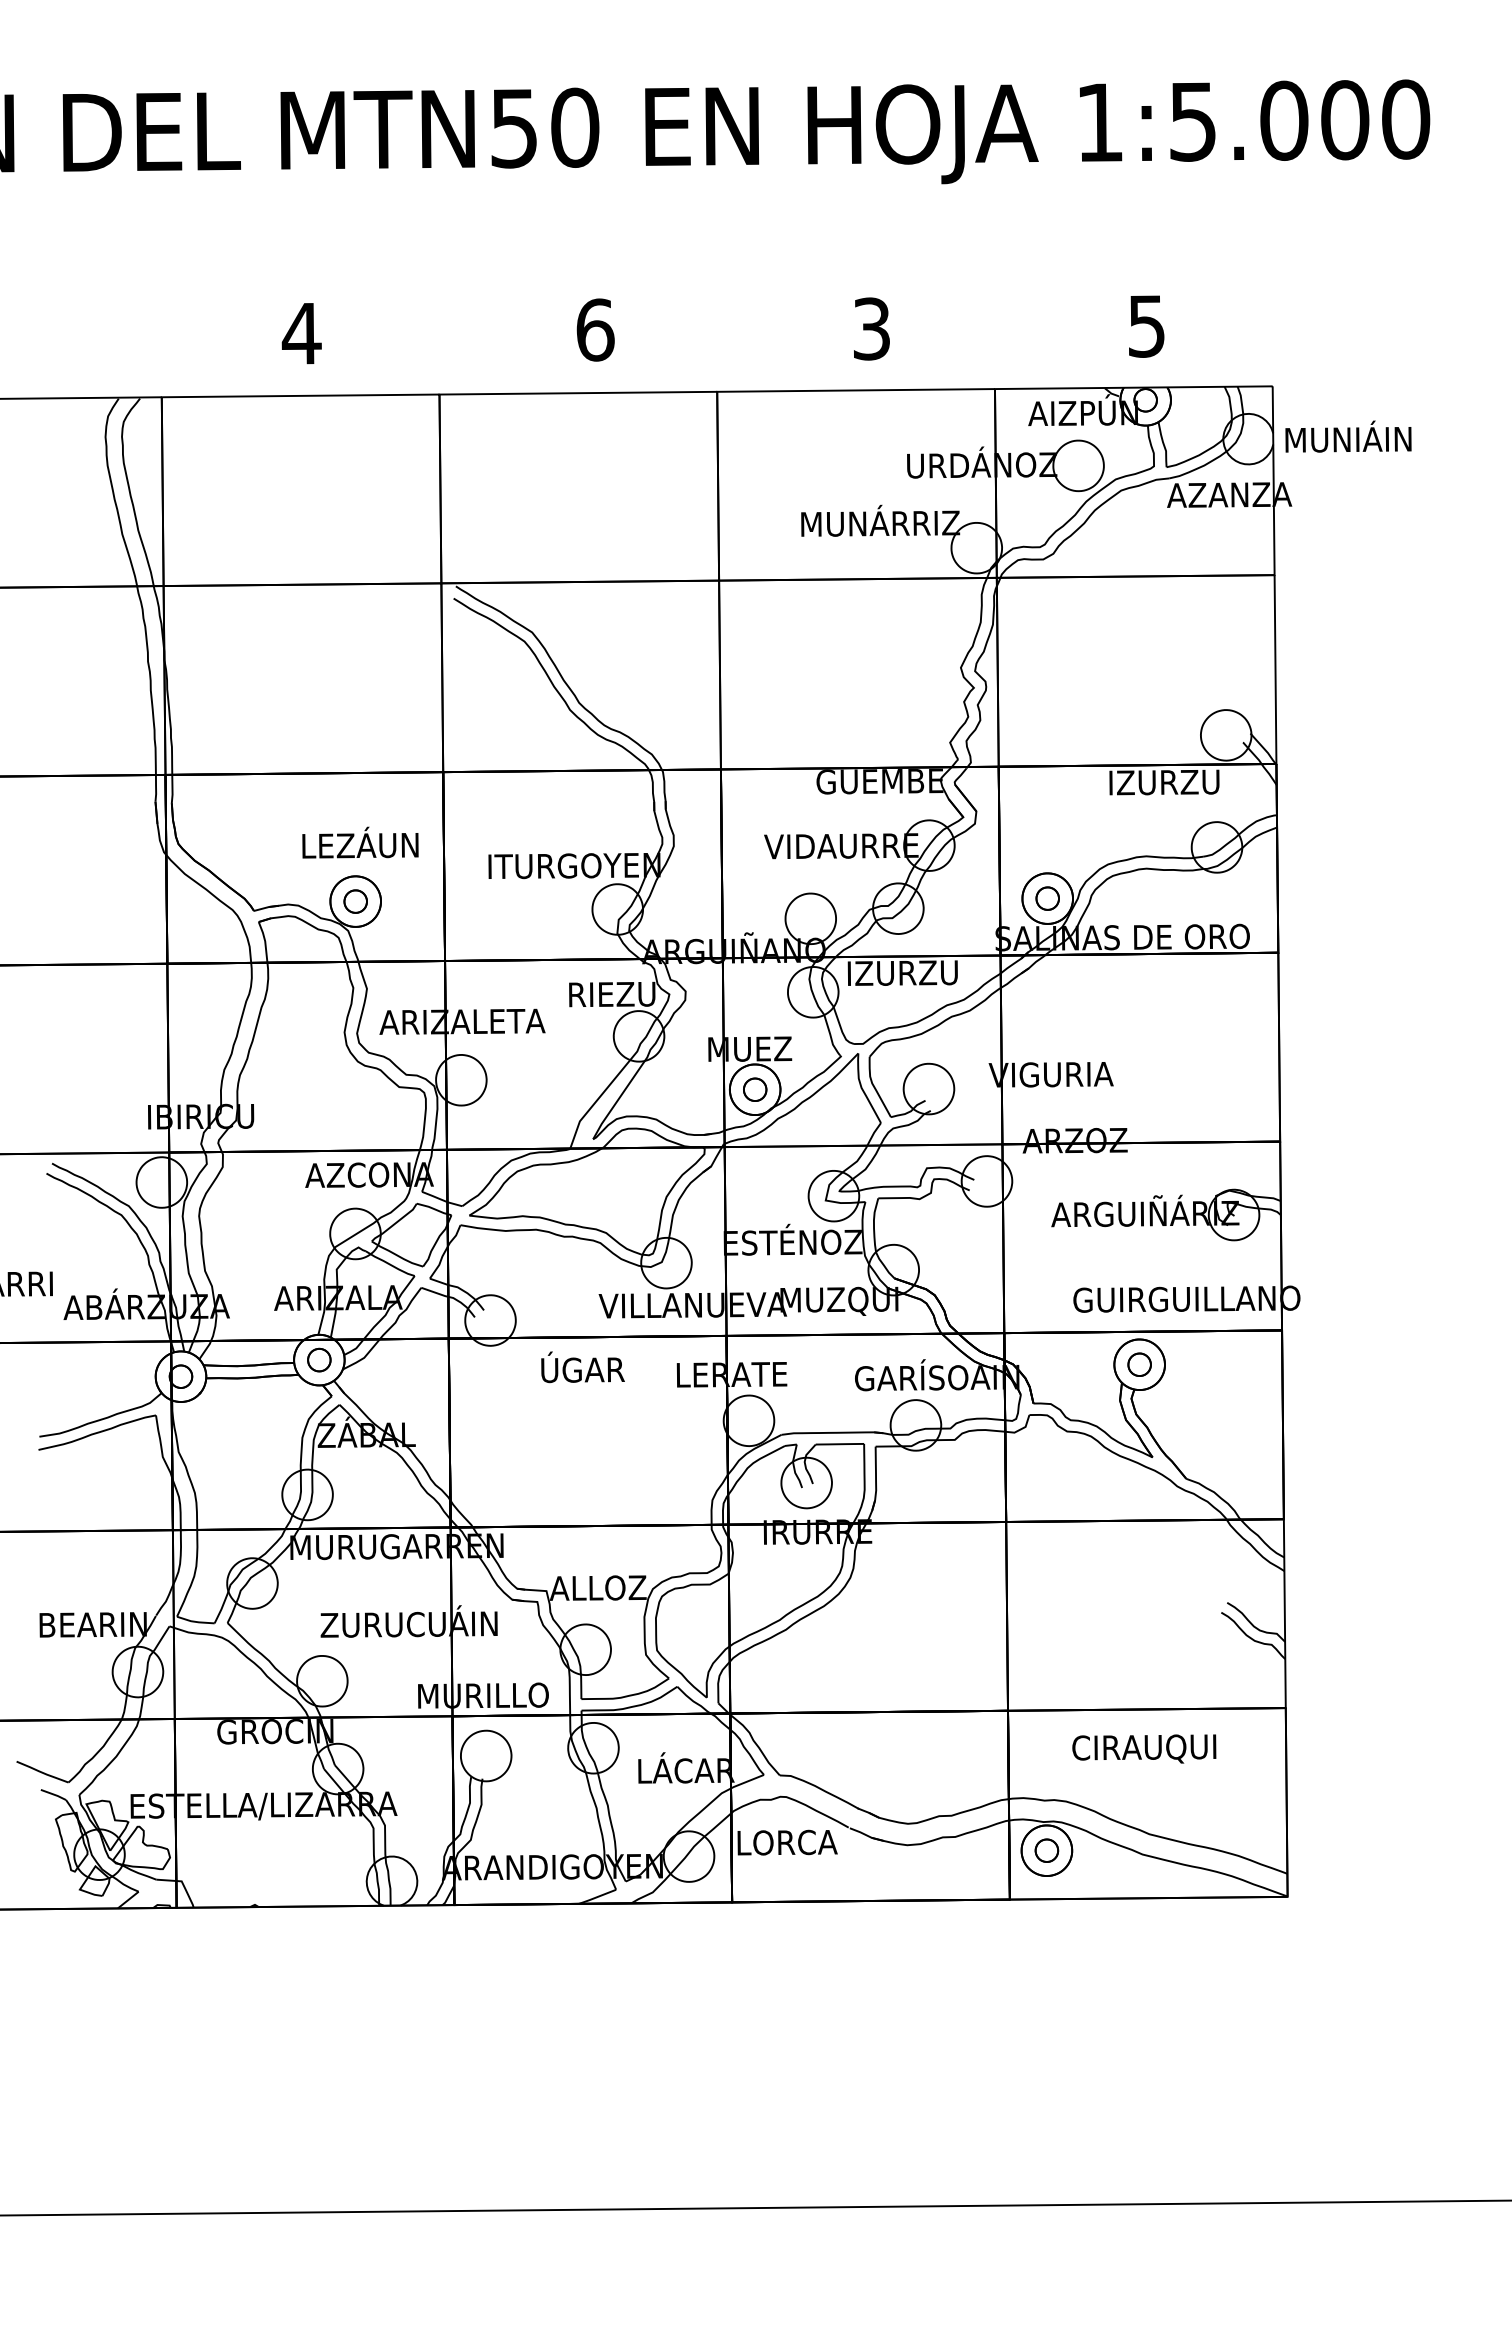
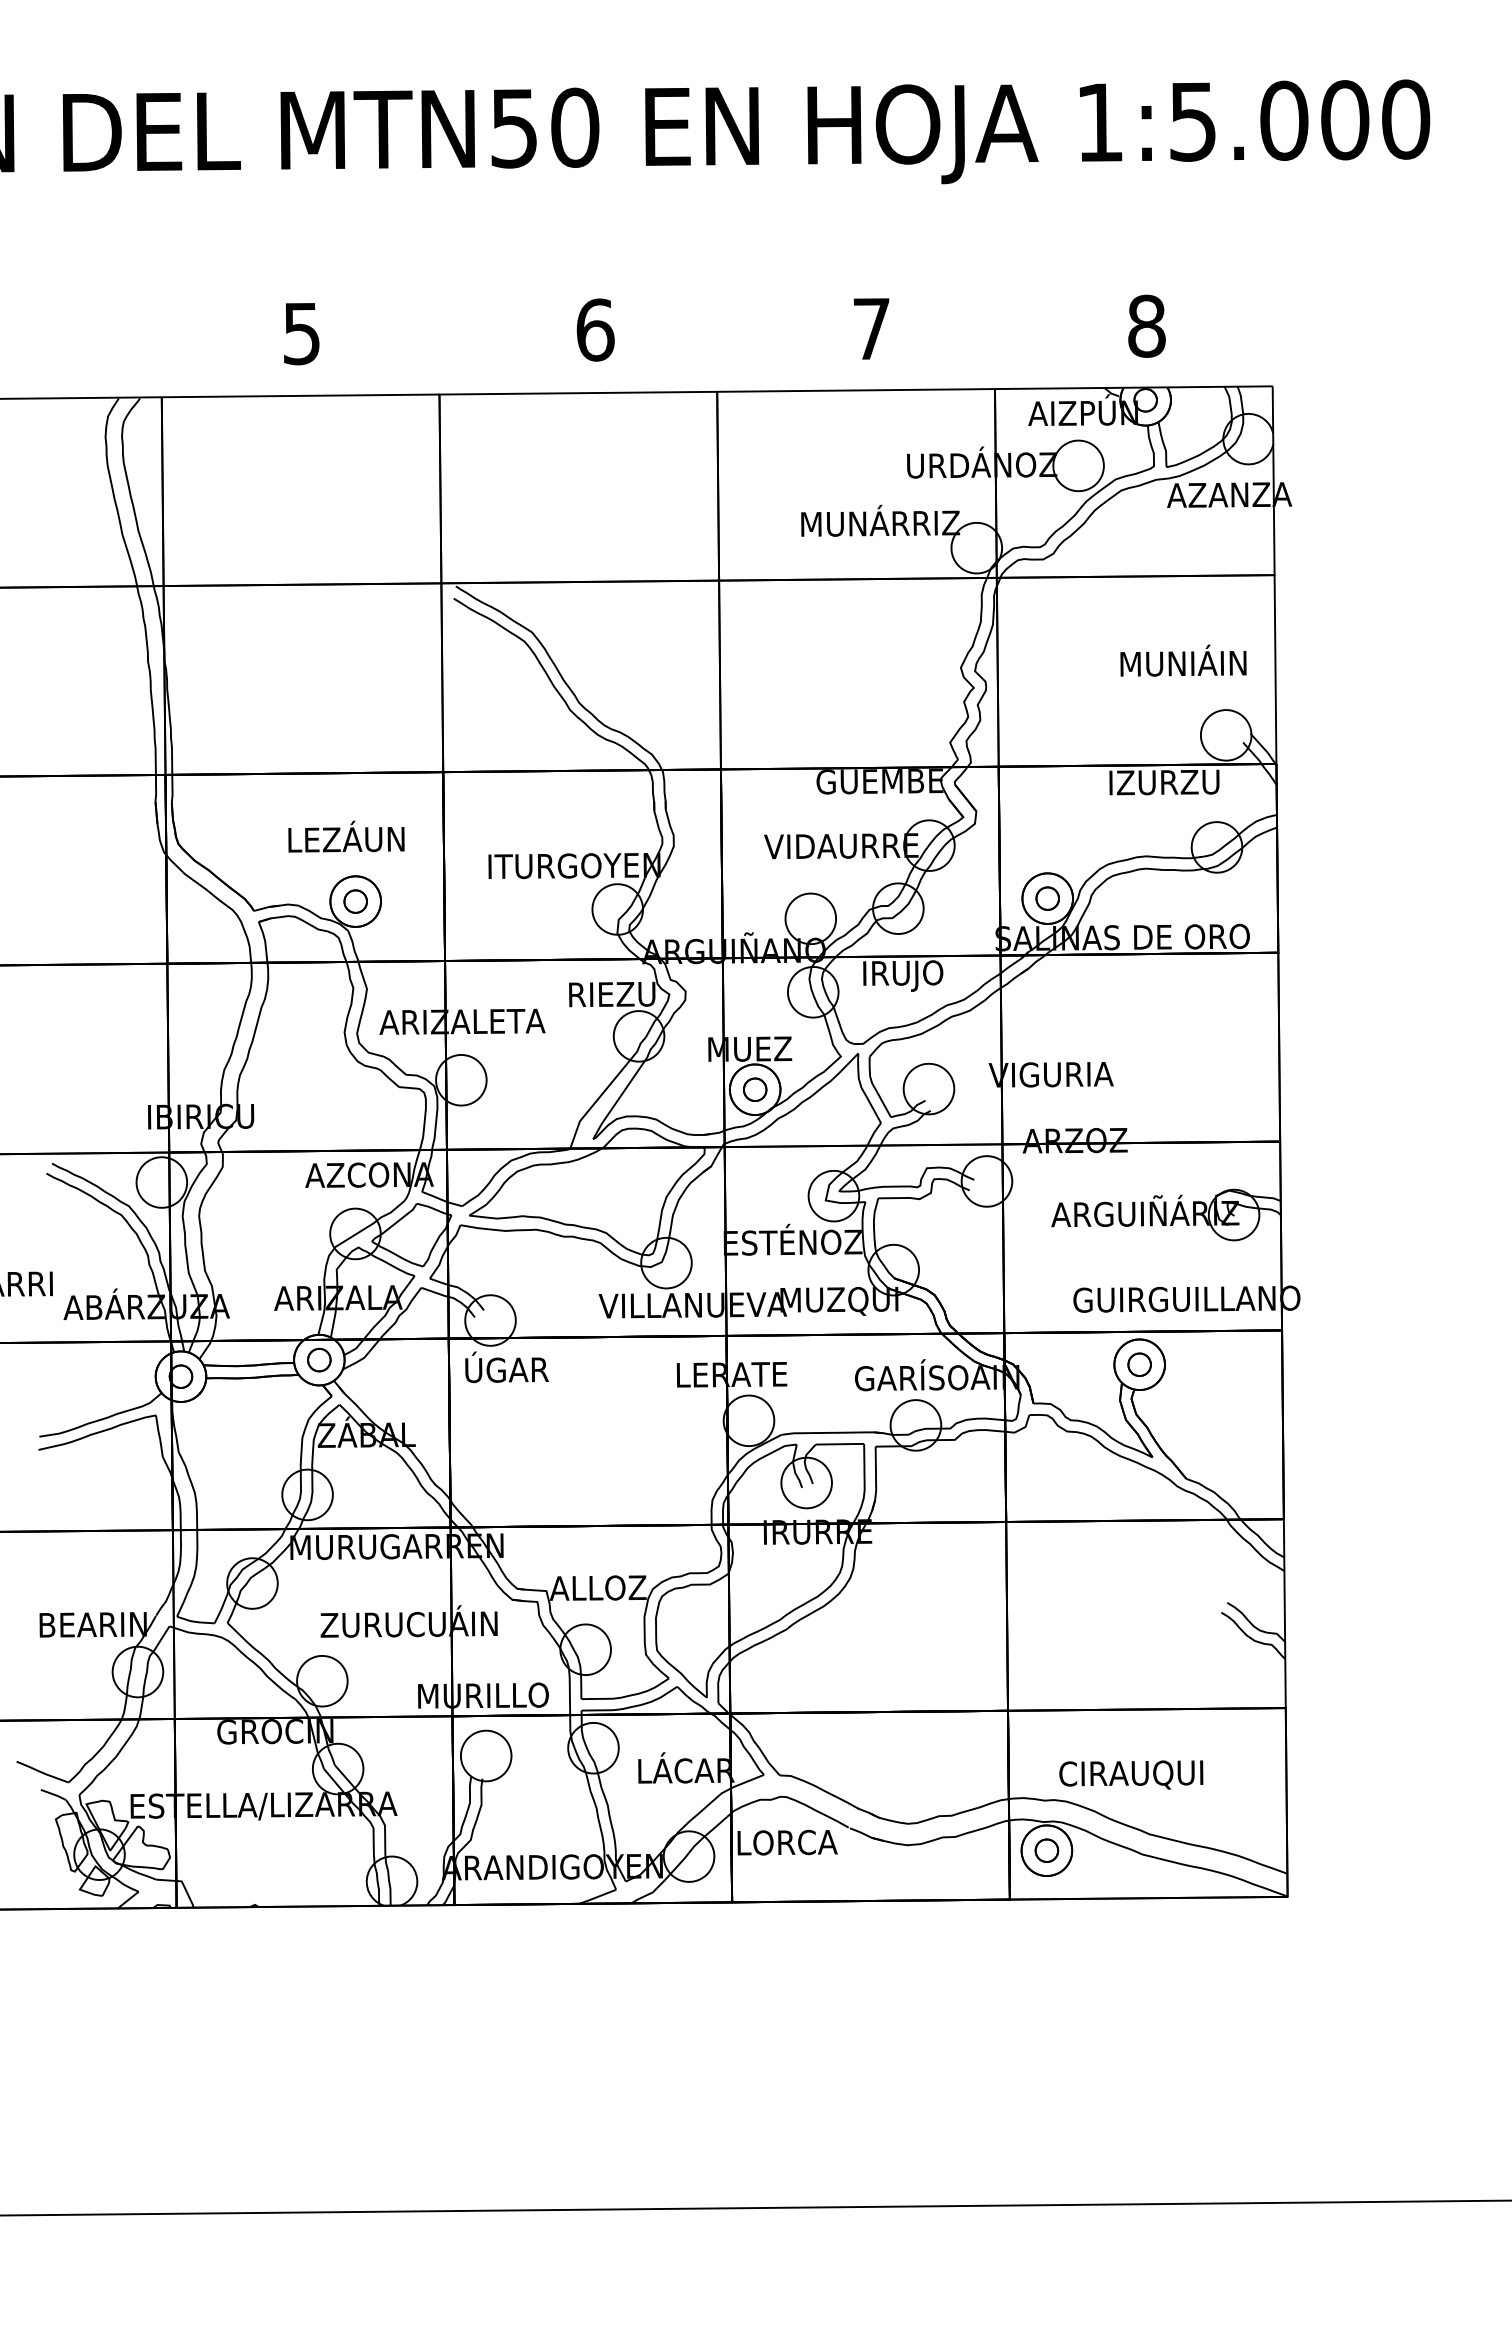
text at (1146, 325): 5 -> 8
text at (871, 328): 3 -> 7
text at (301, 334): 4 -> 5
text at (1348, 436) position: (1348, 436) -> (1183, 660)
text at (360, 842) position: (360, 842) -> (346, 836)
text at (902, 975): IZURZU -> IRUJO
text at (582, 1367) position: (582, 1367) -> (506, 1367)
text at (1144, 1748) position: (1144, 1748) -> (1131, 1774)
